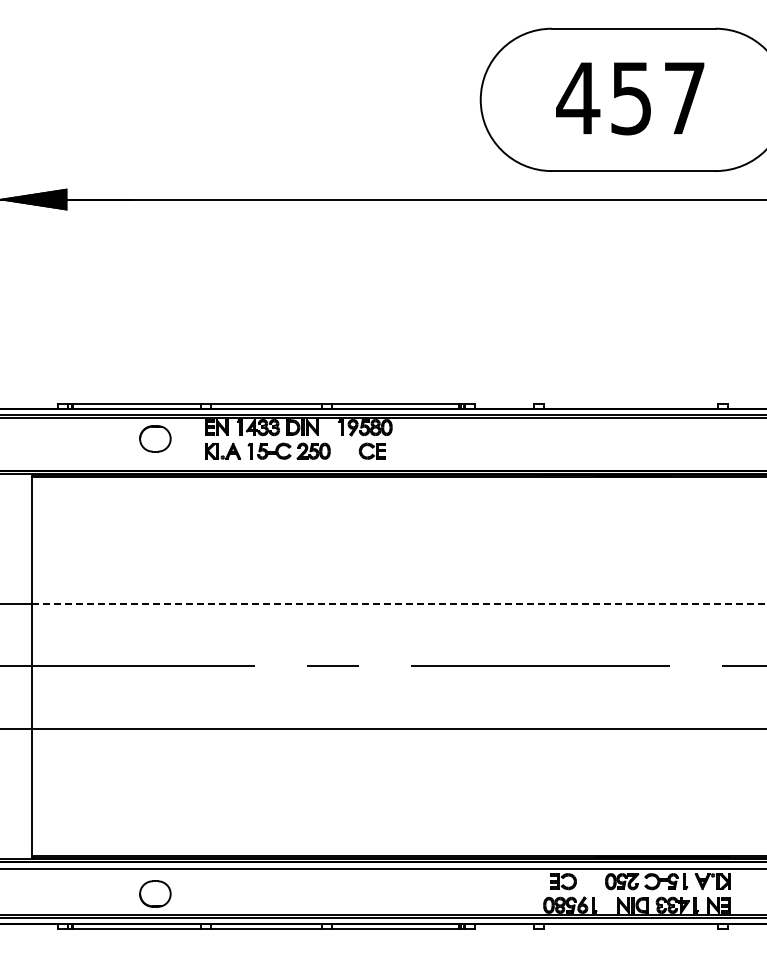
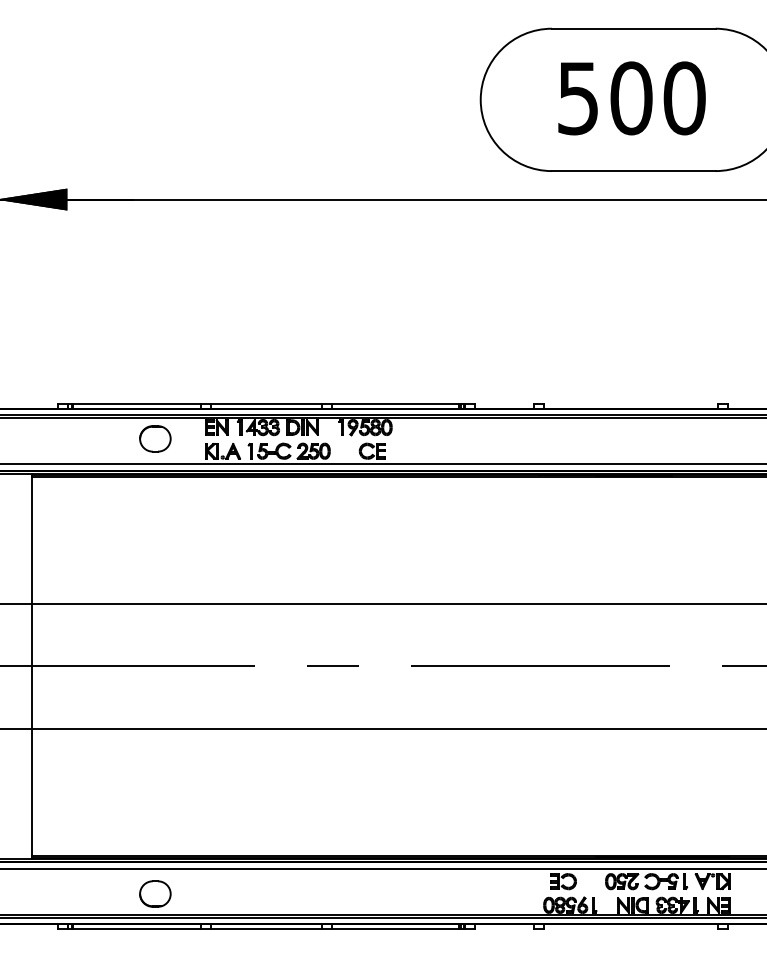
text at (630, 98): 457 -> 500
line at (382, 464): none -> present
line at (399, 604): dashed -> solid
